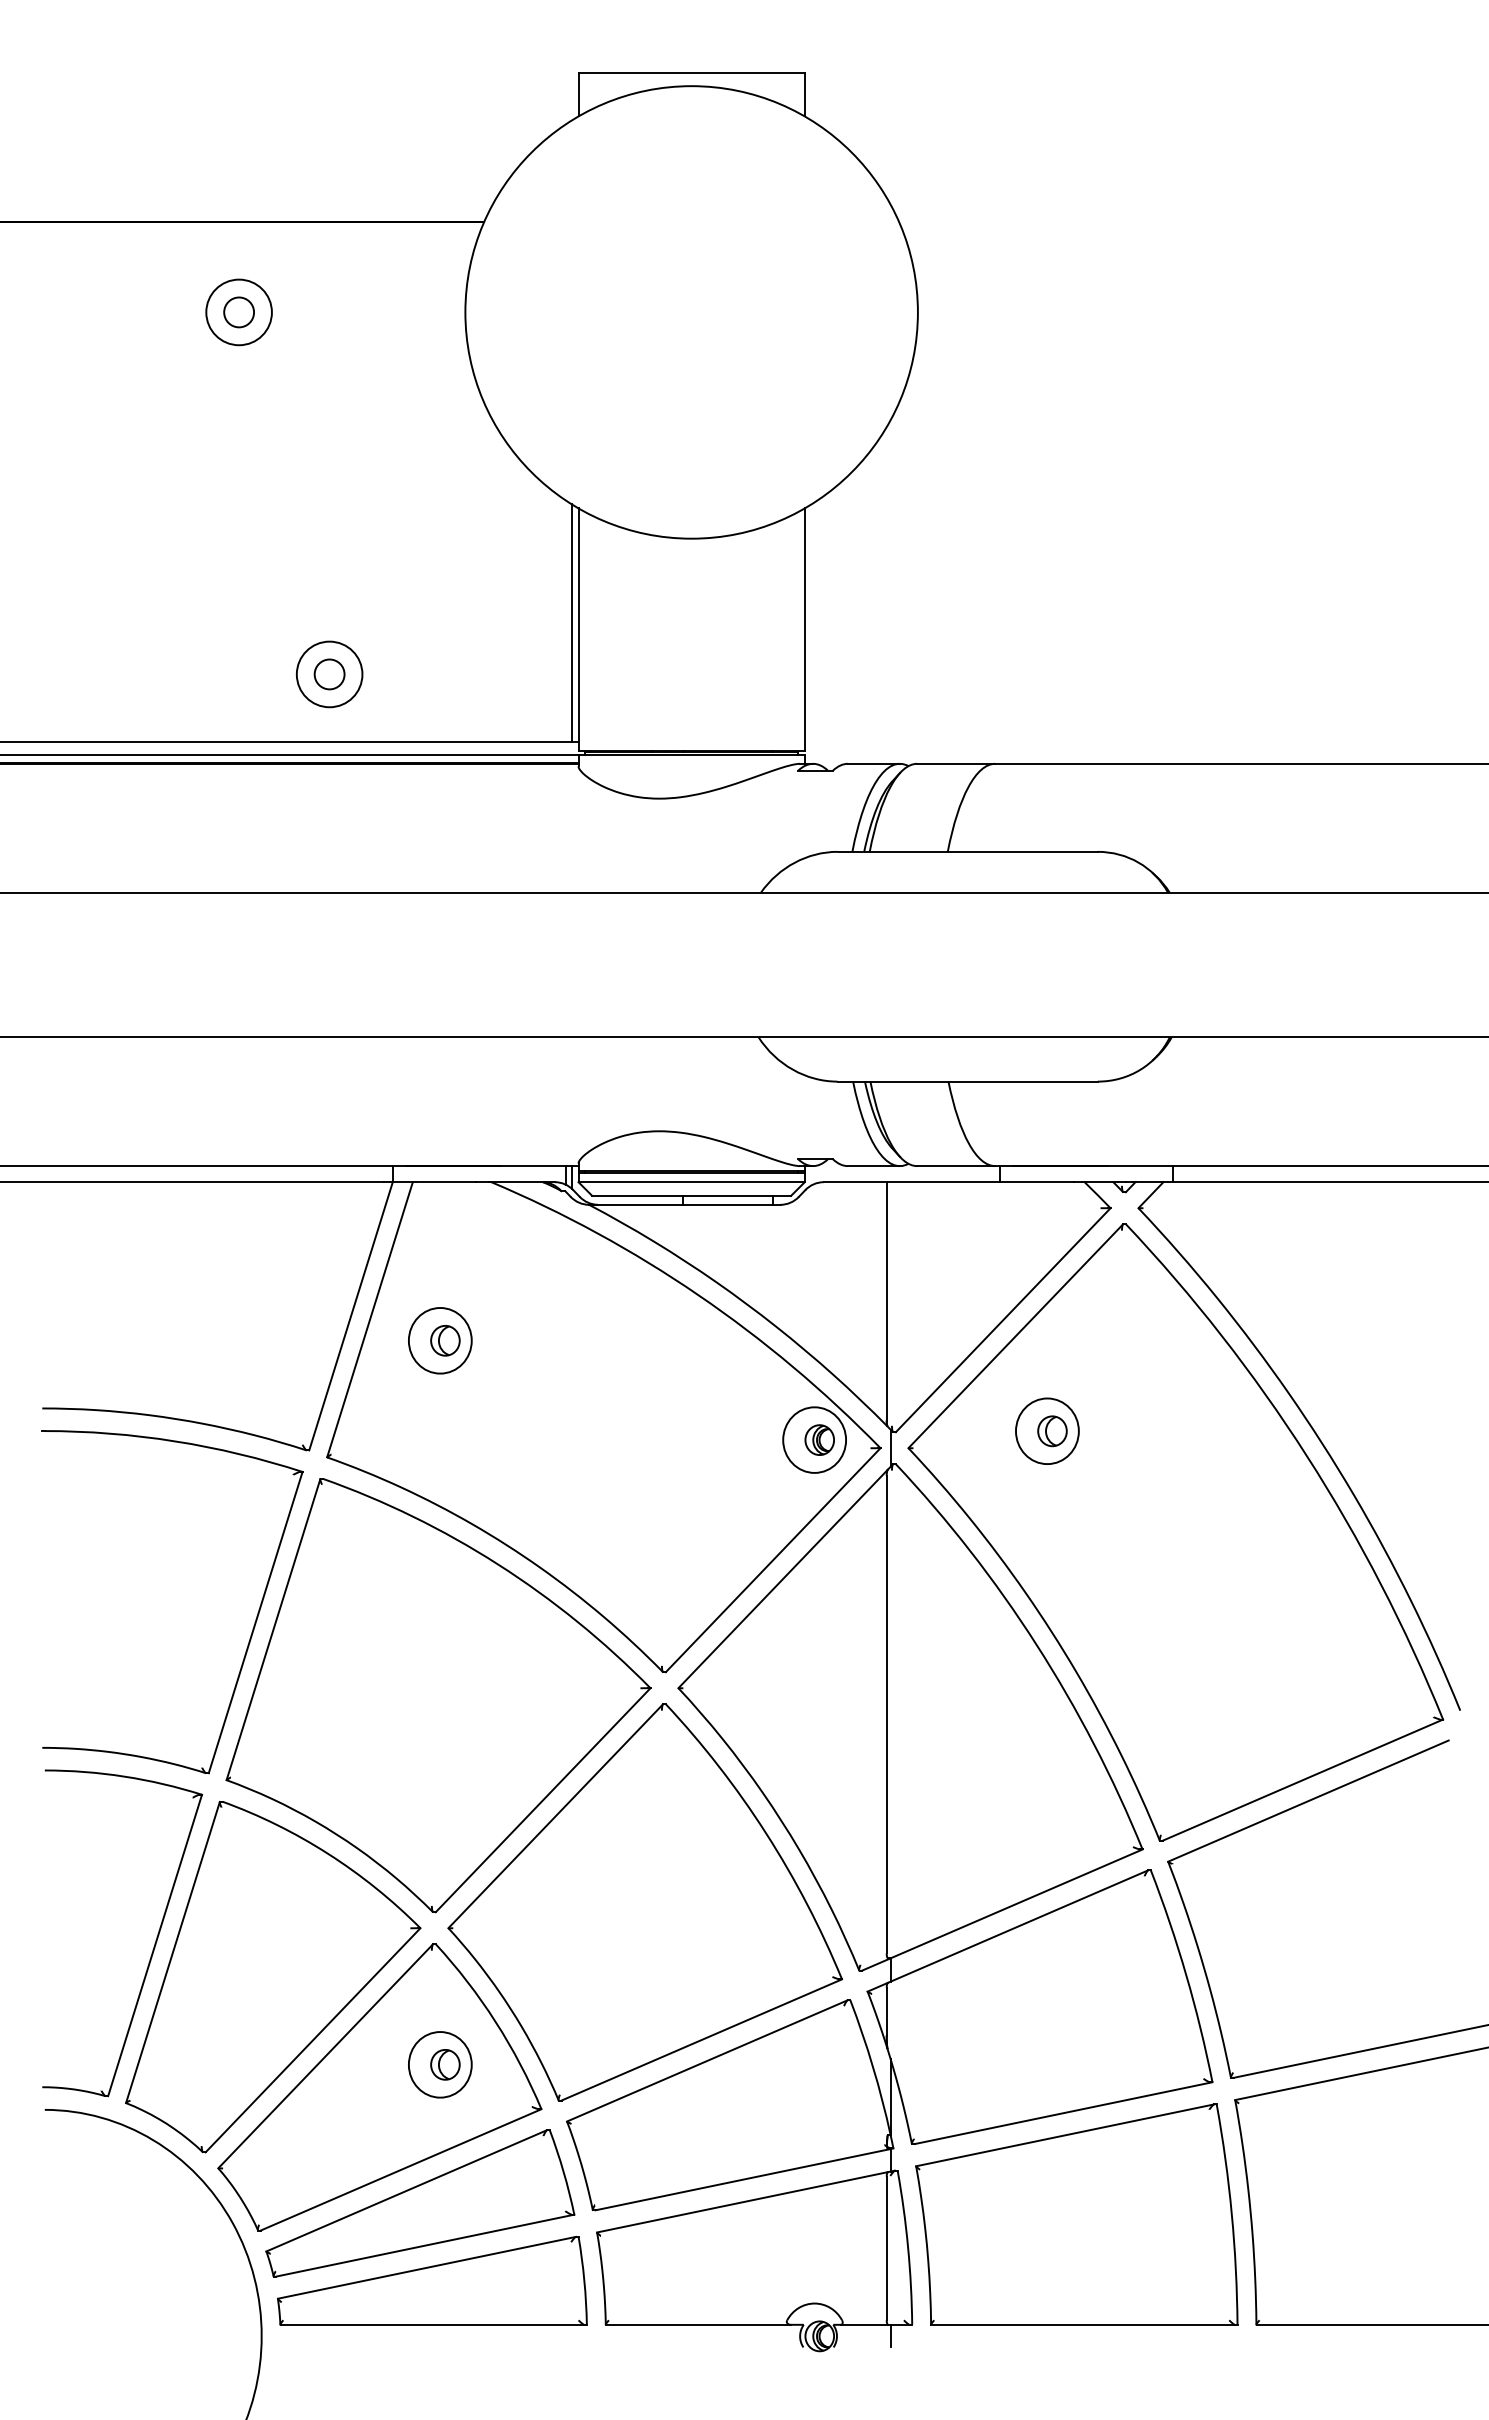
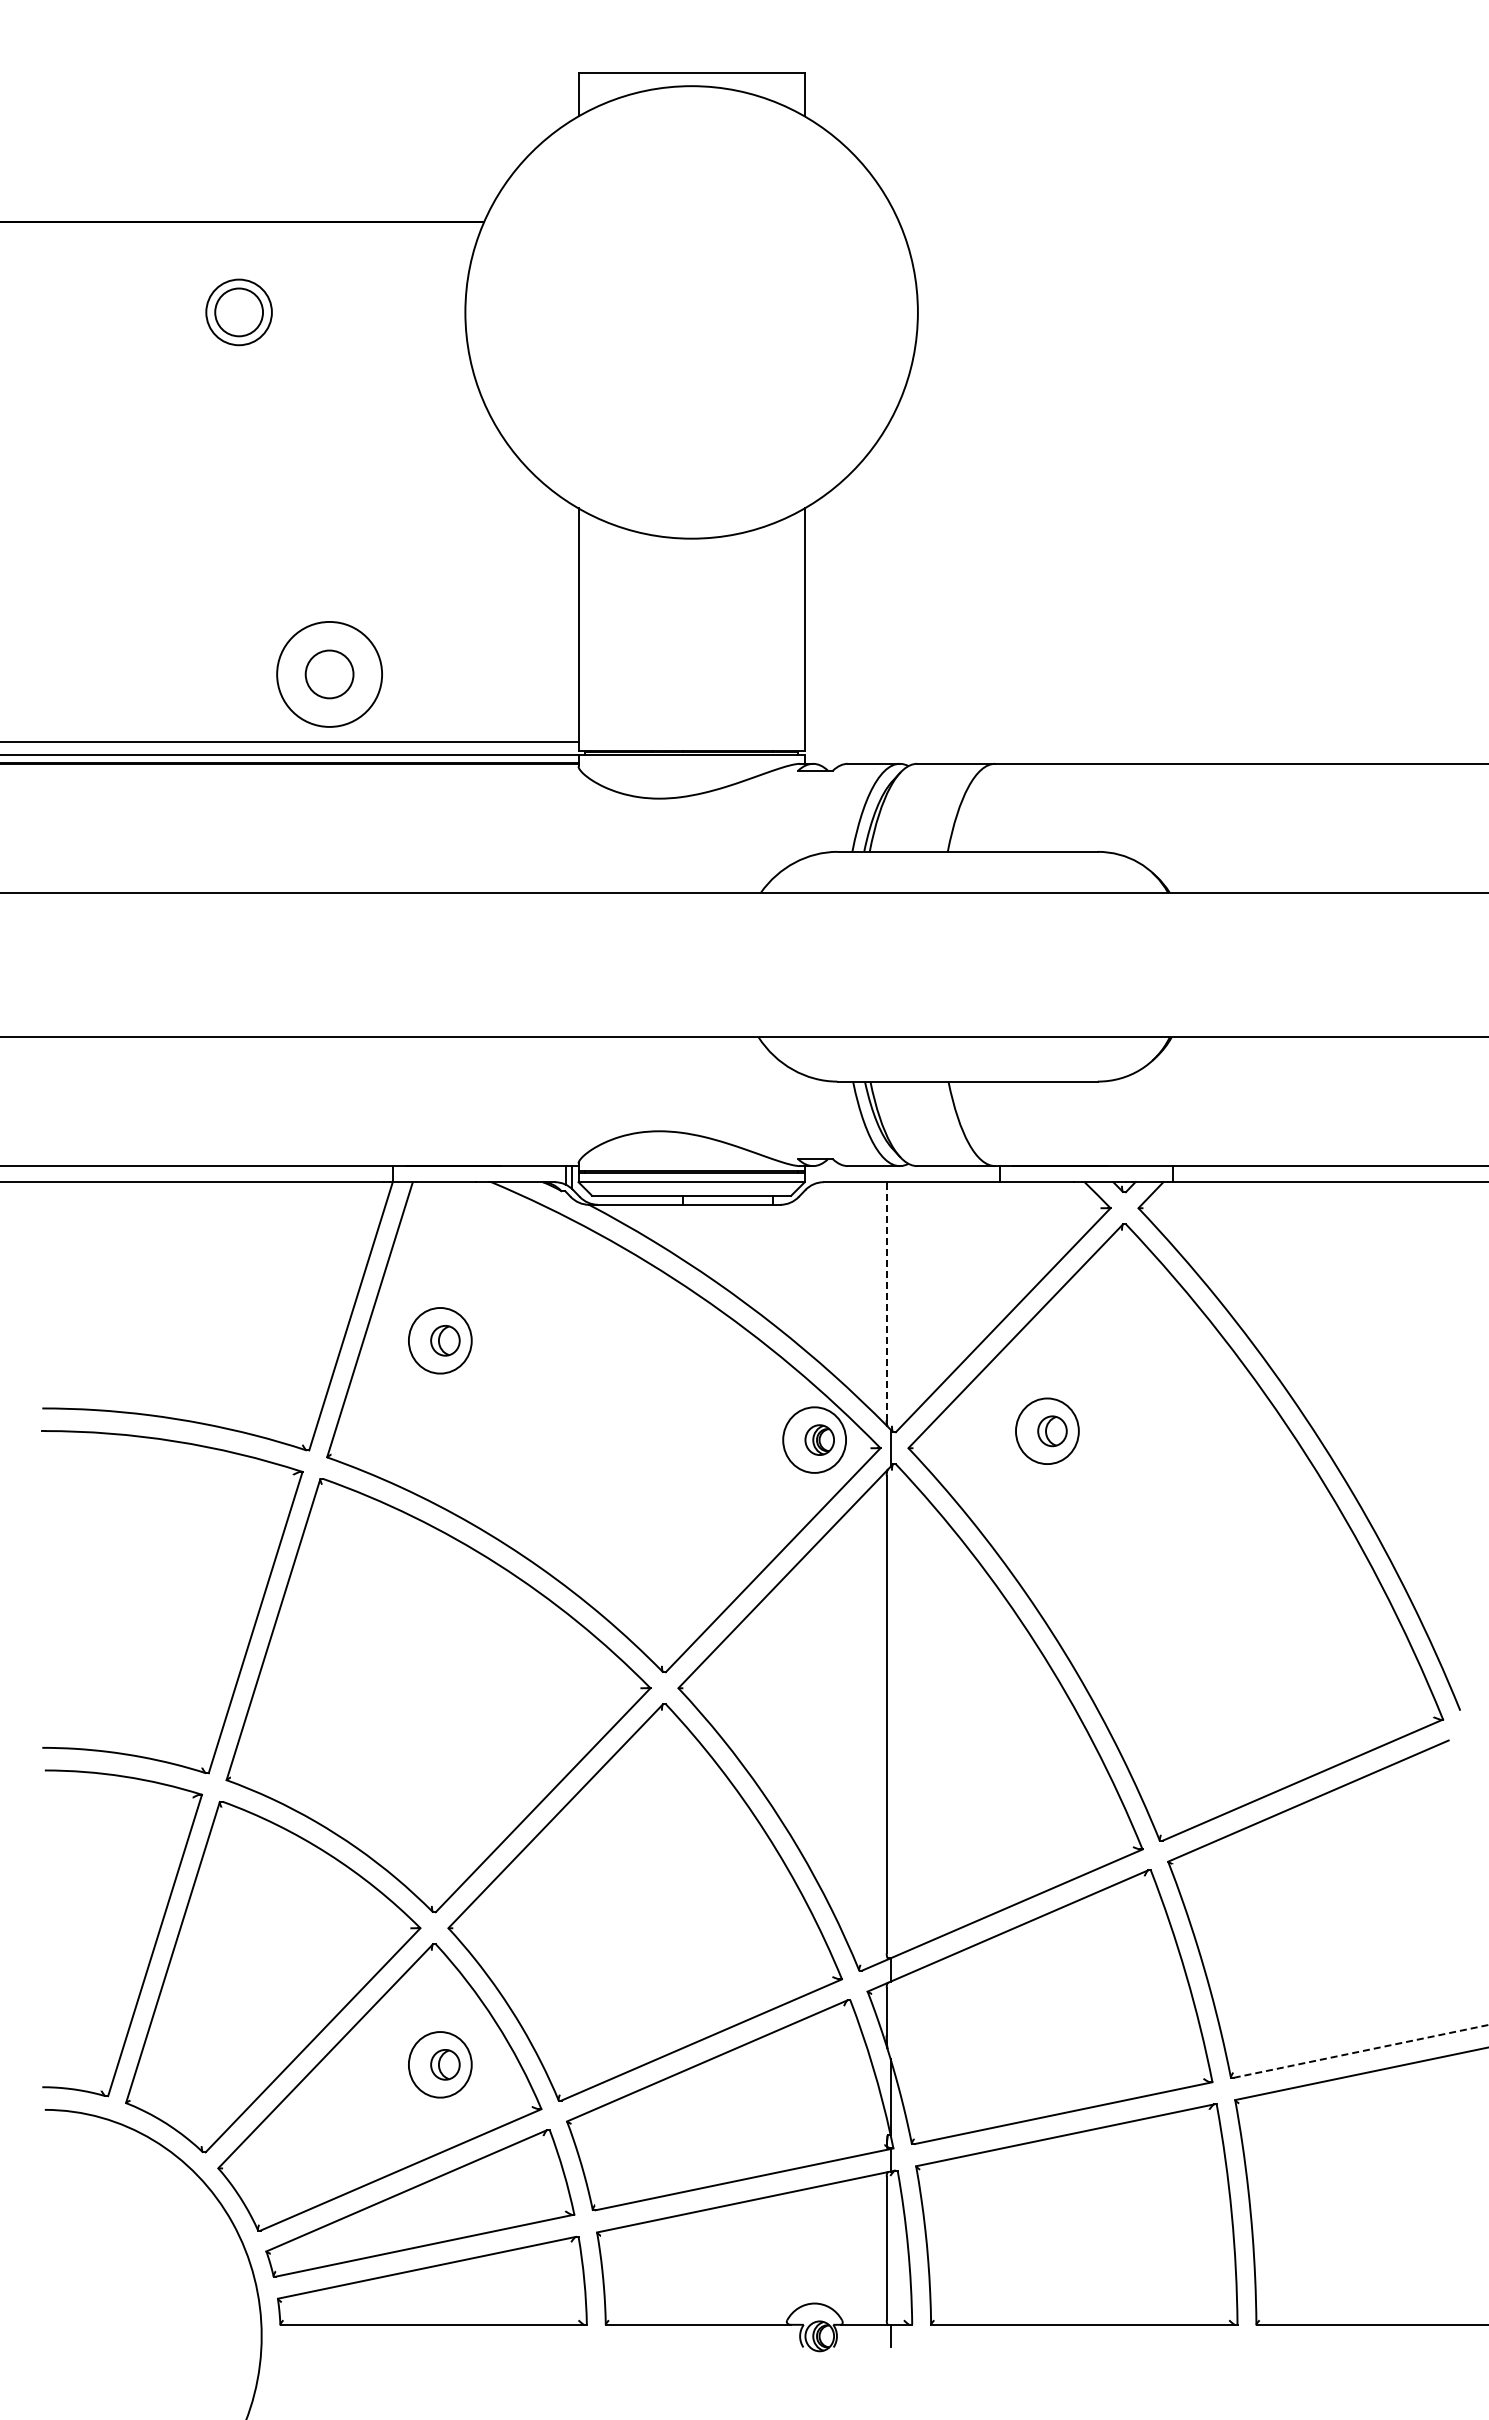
circle at (239, 312) diameter: 30 px -> 48 px
line at (571, 623): present -> none
circle at (329, 674) diameter: 30 px -> 48 px
circle at (329, 674) diameter: 66 px -> 105 px
line at (886, 1300): solid -> dashed
line at (1361, 2051): solid -> dashed
